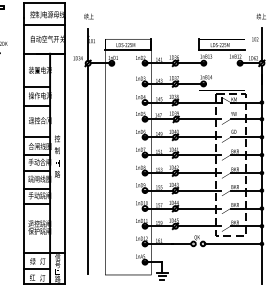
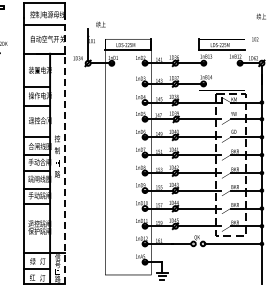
text at (88, 16) position: (88, 16) -> (100, 24)
line at (261, 44): present -> none
line at (64, 150): solid -> dashed
line at (88, 169): present -> none
